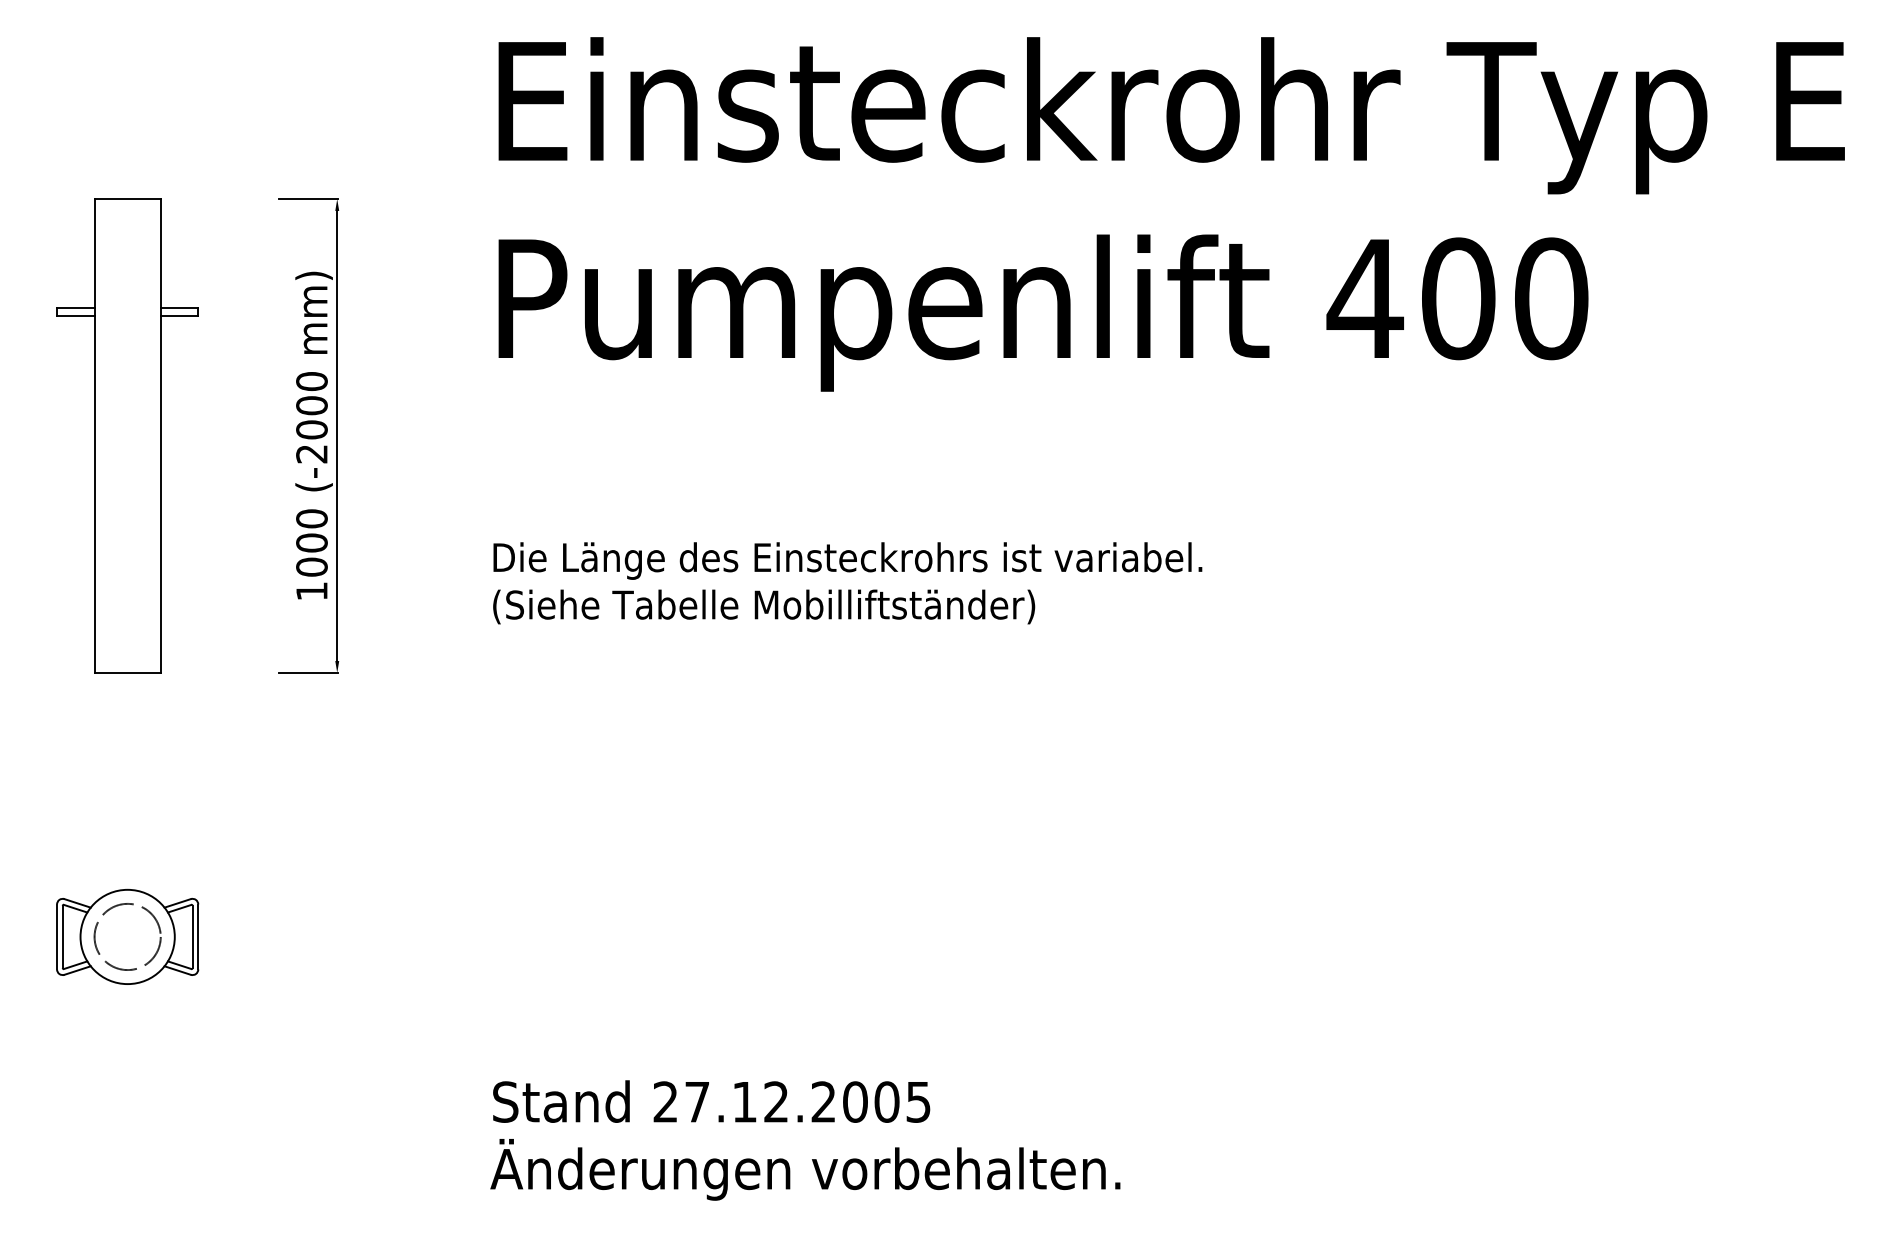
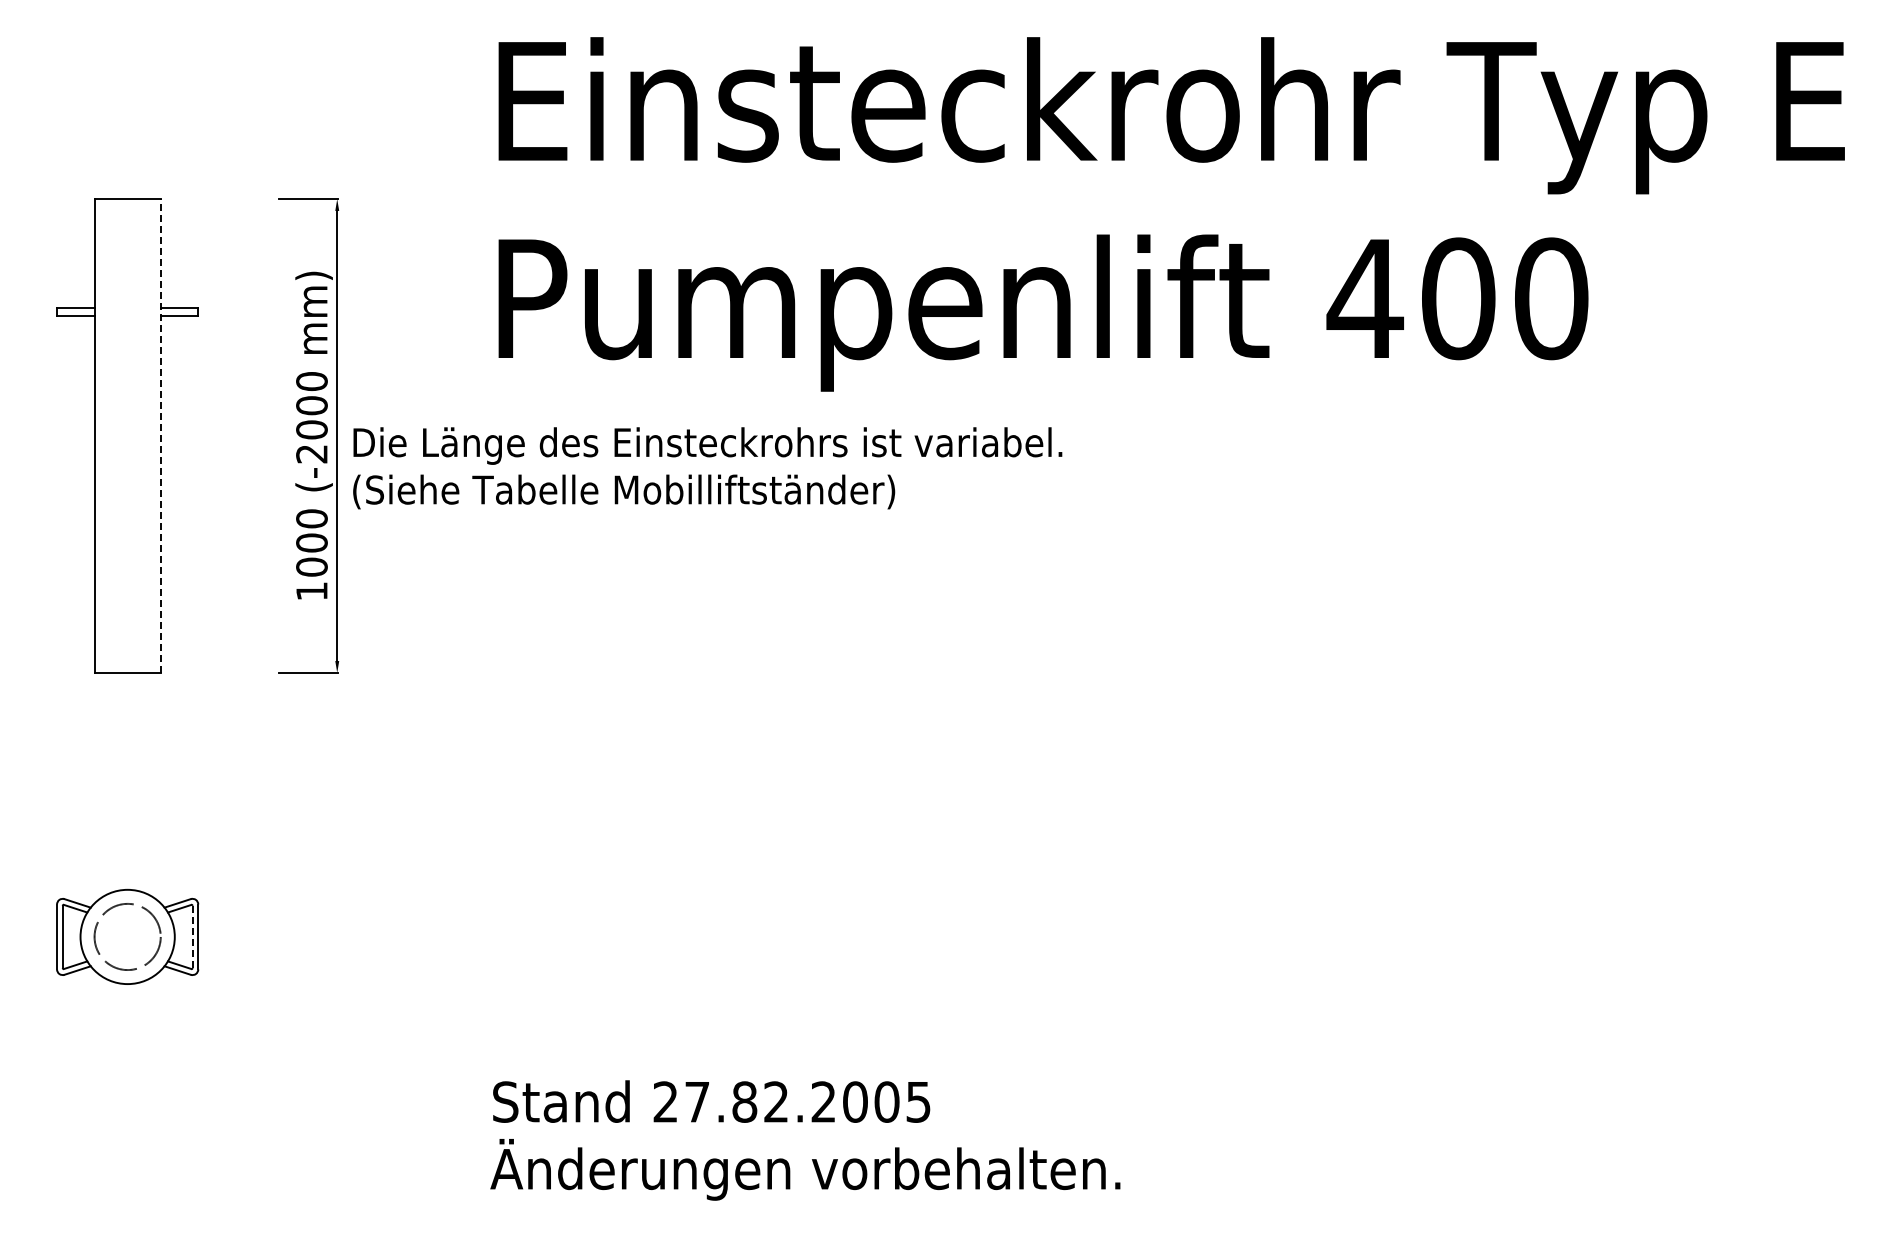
line at (160, 436): solid -> dashed
text at (847, 583) position: (847, 583) -> (707, 468)
line at (192, 937): solid -> dashed
text at (744, 1101): 27.12.2005 -> 27.82.2005
